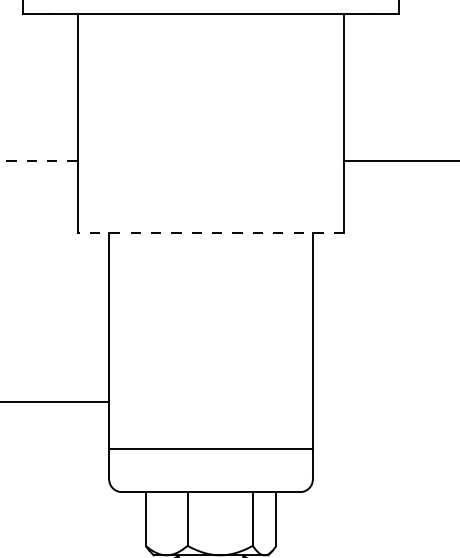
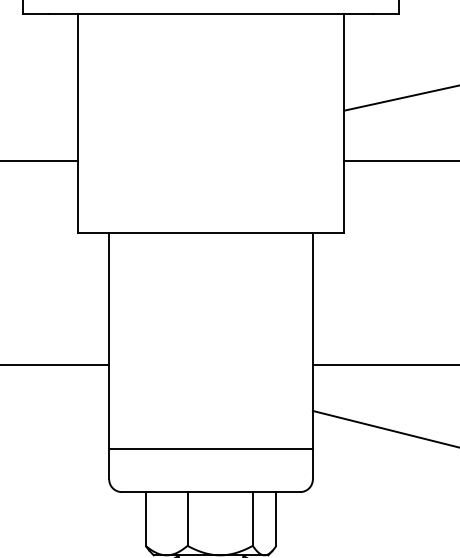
line at (400, 98): none -> present
line at (38, 161): dashed -> solid
line at (210, 233): dashed -> solid
line at (384, 364): none -> present
line at (55, 401) position: (55, 401) -> (55, 364)
line at (384, 428): none -> present
